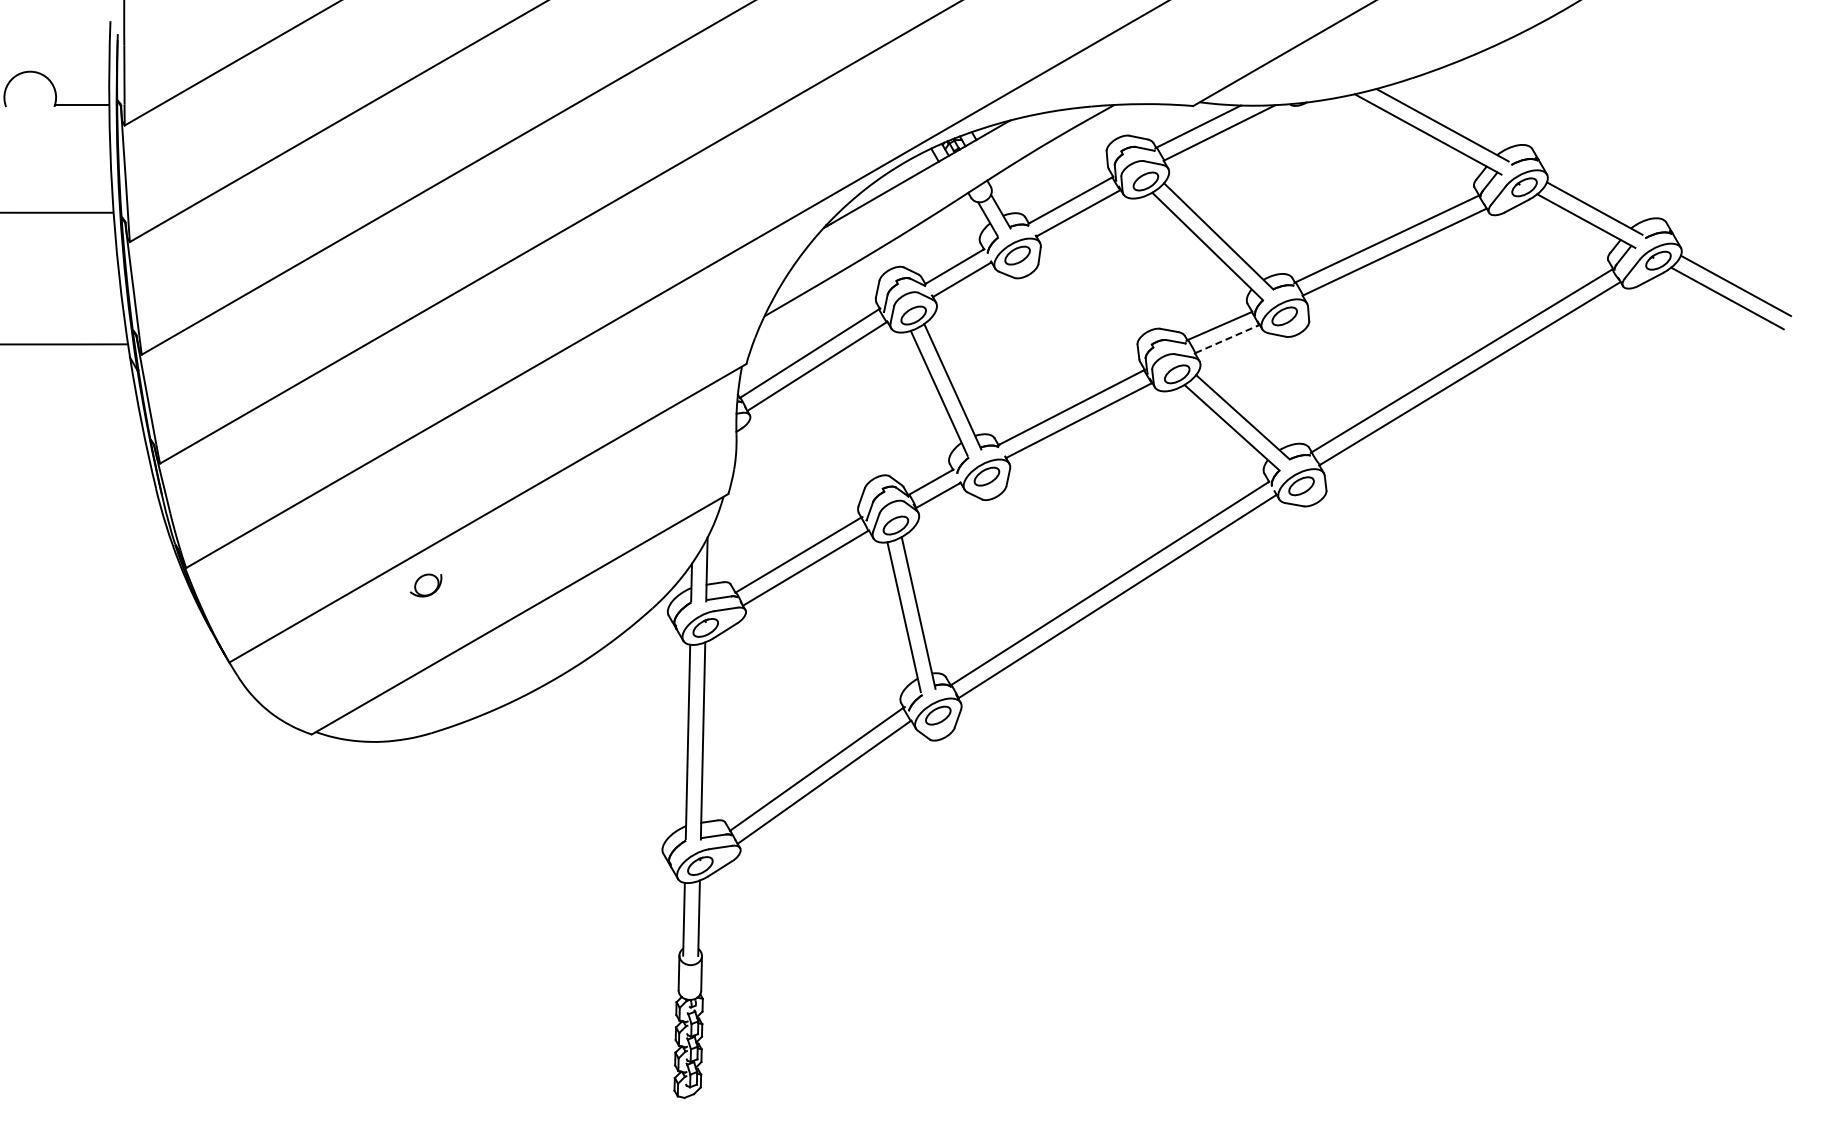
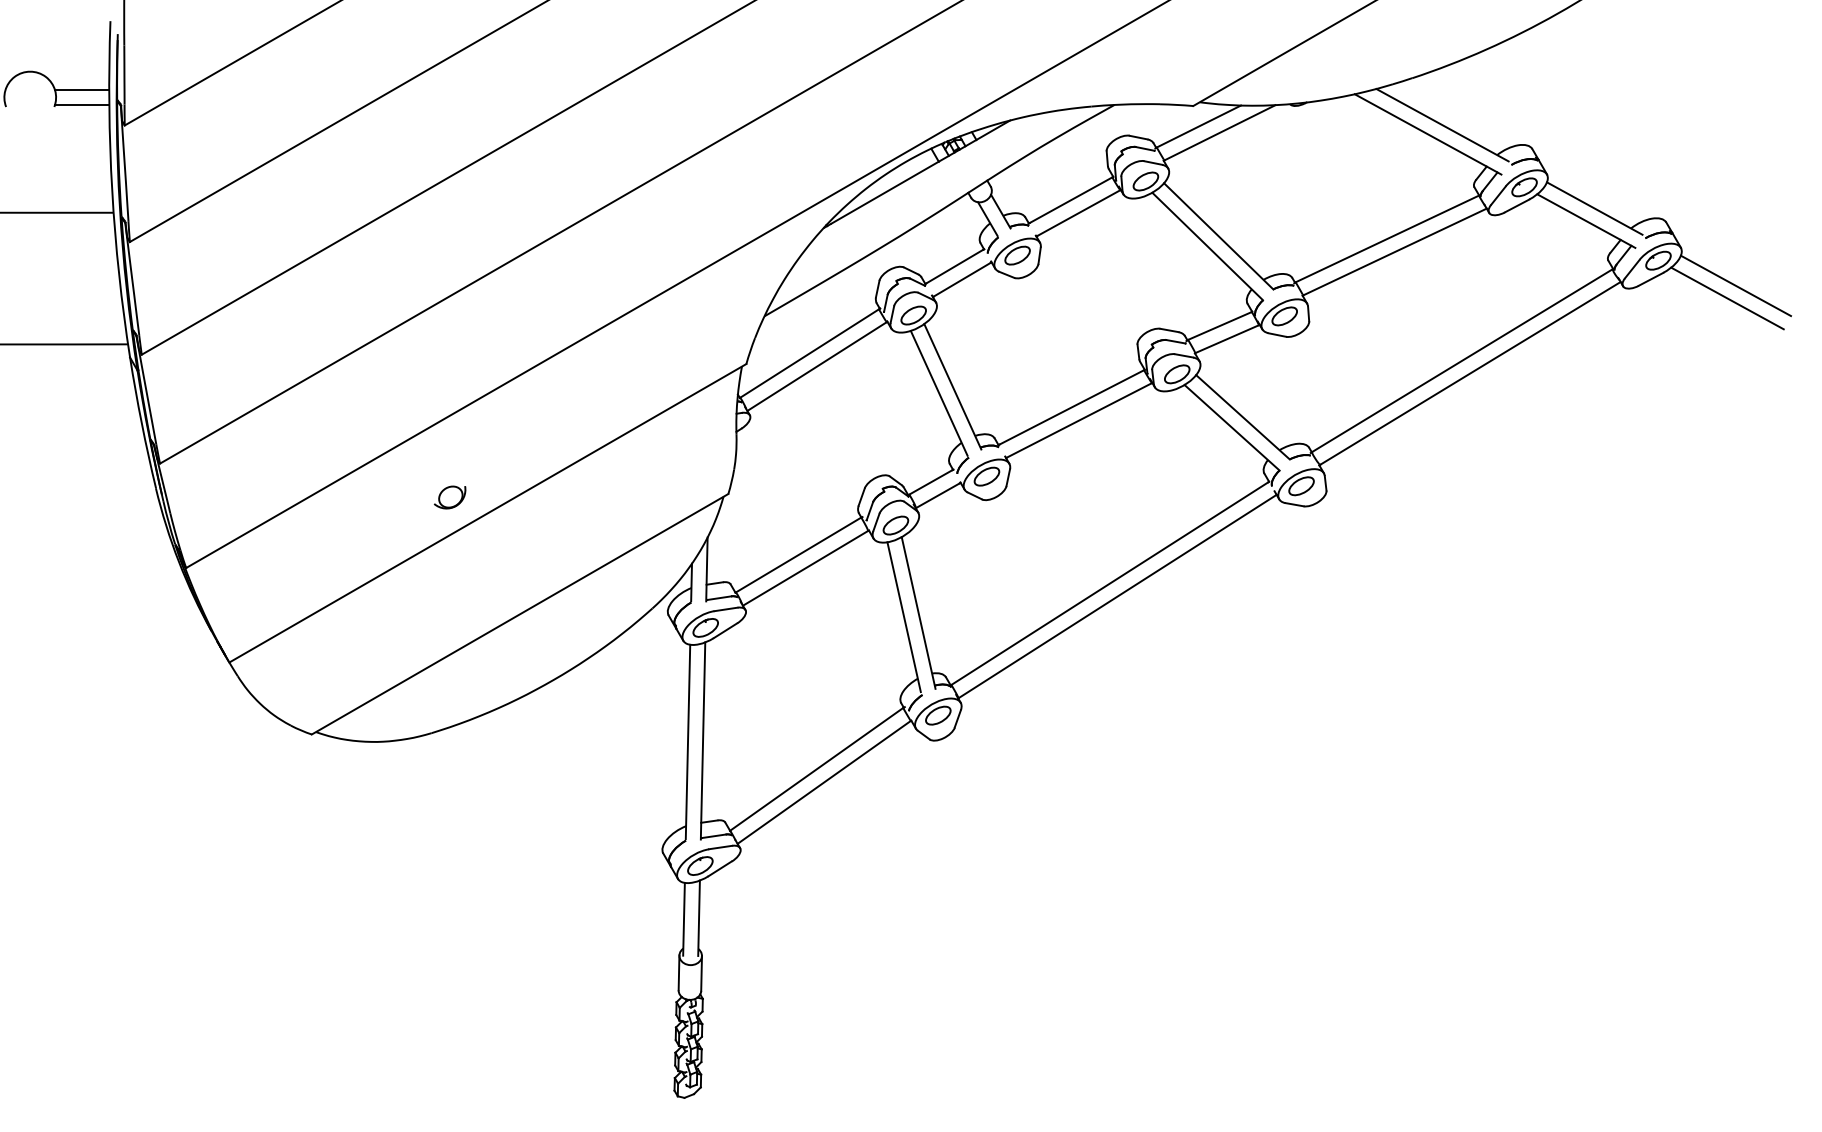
line at (81, 90): none -> present
line at (1227, 339): dashed -> solid
part at (425, 585) position: (425, 585) -> (449, 497)
